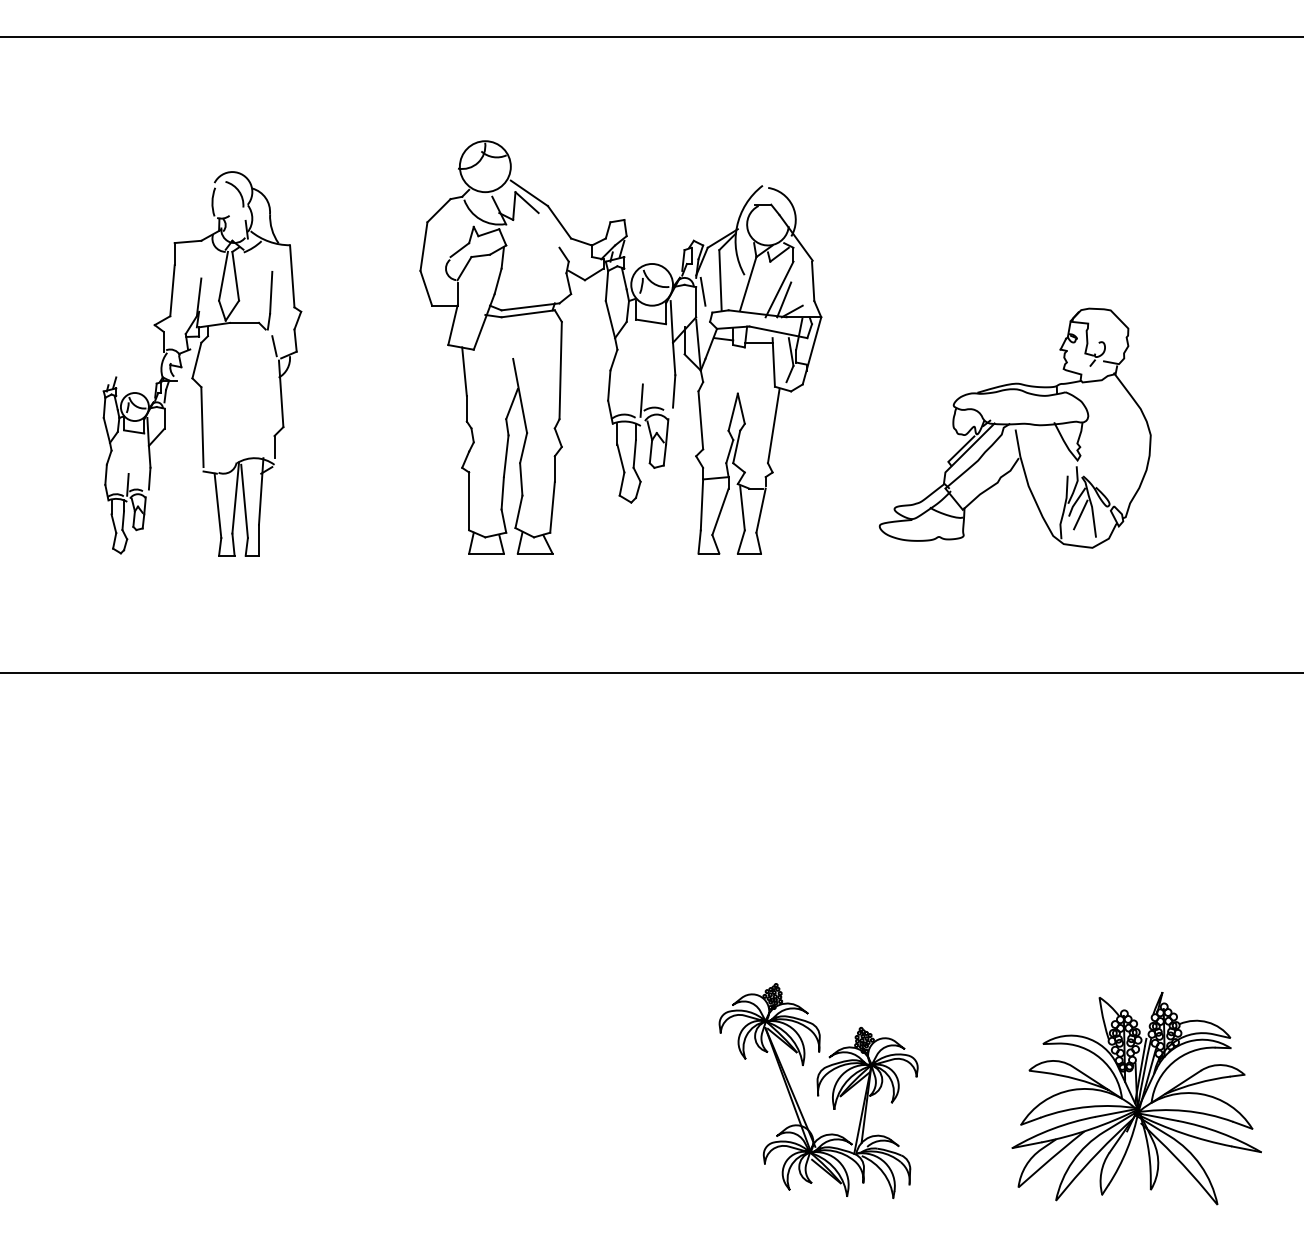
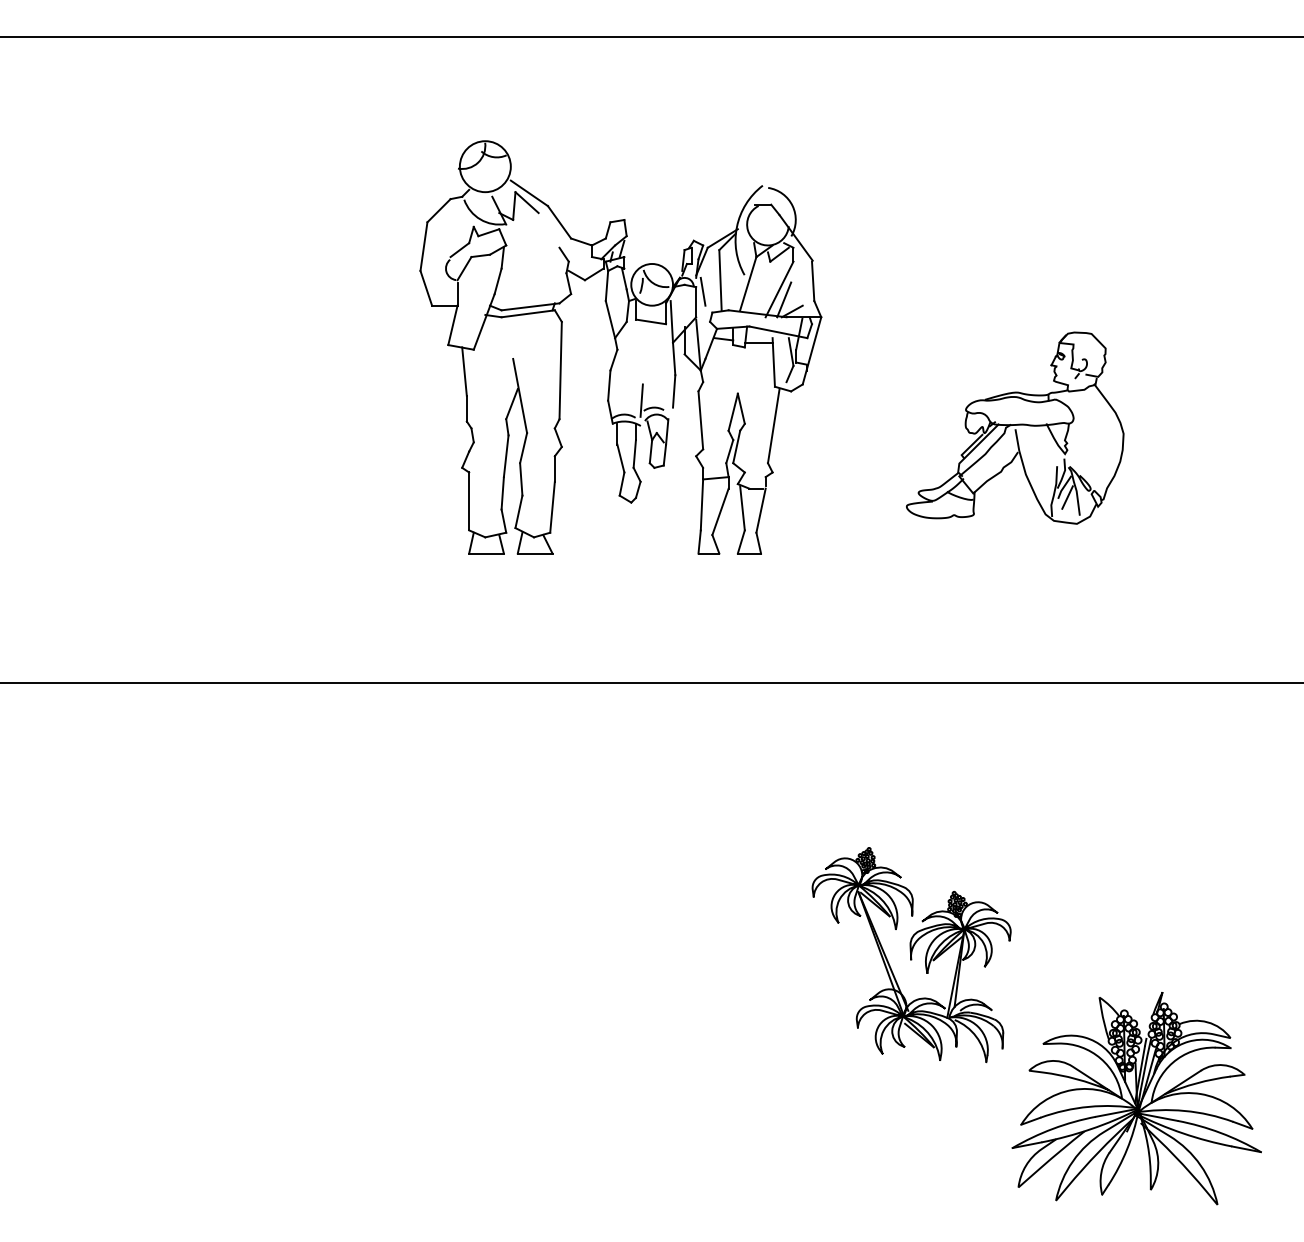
part at (202, 363): present -> none
part at (1014, 427) size: 274x242 px -> 219x194 px
line at (651, 673) position: (651, 673) -> (651, 683)
part at (818, 1091) position: (818, 1091) -> (911, 955)
